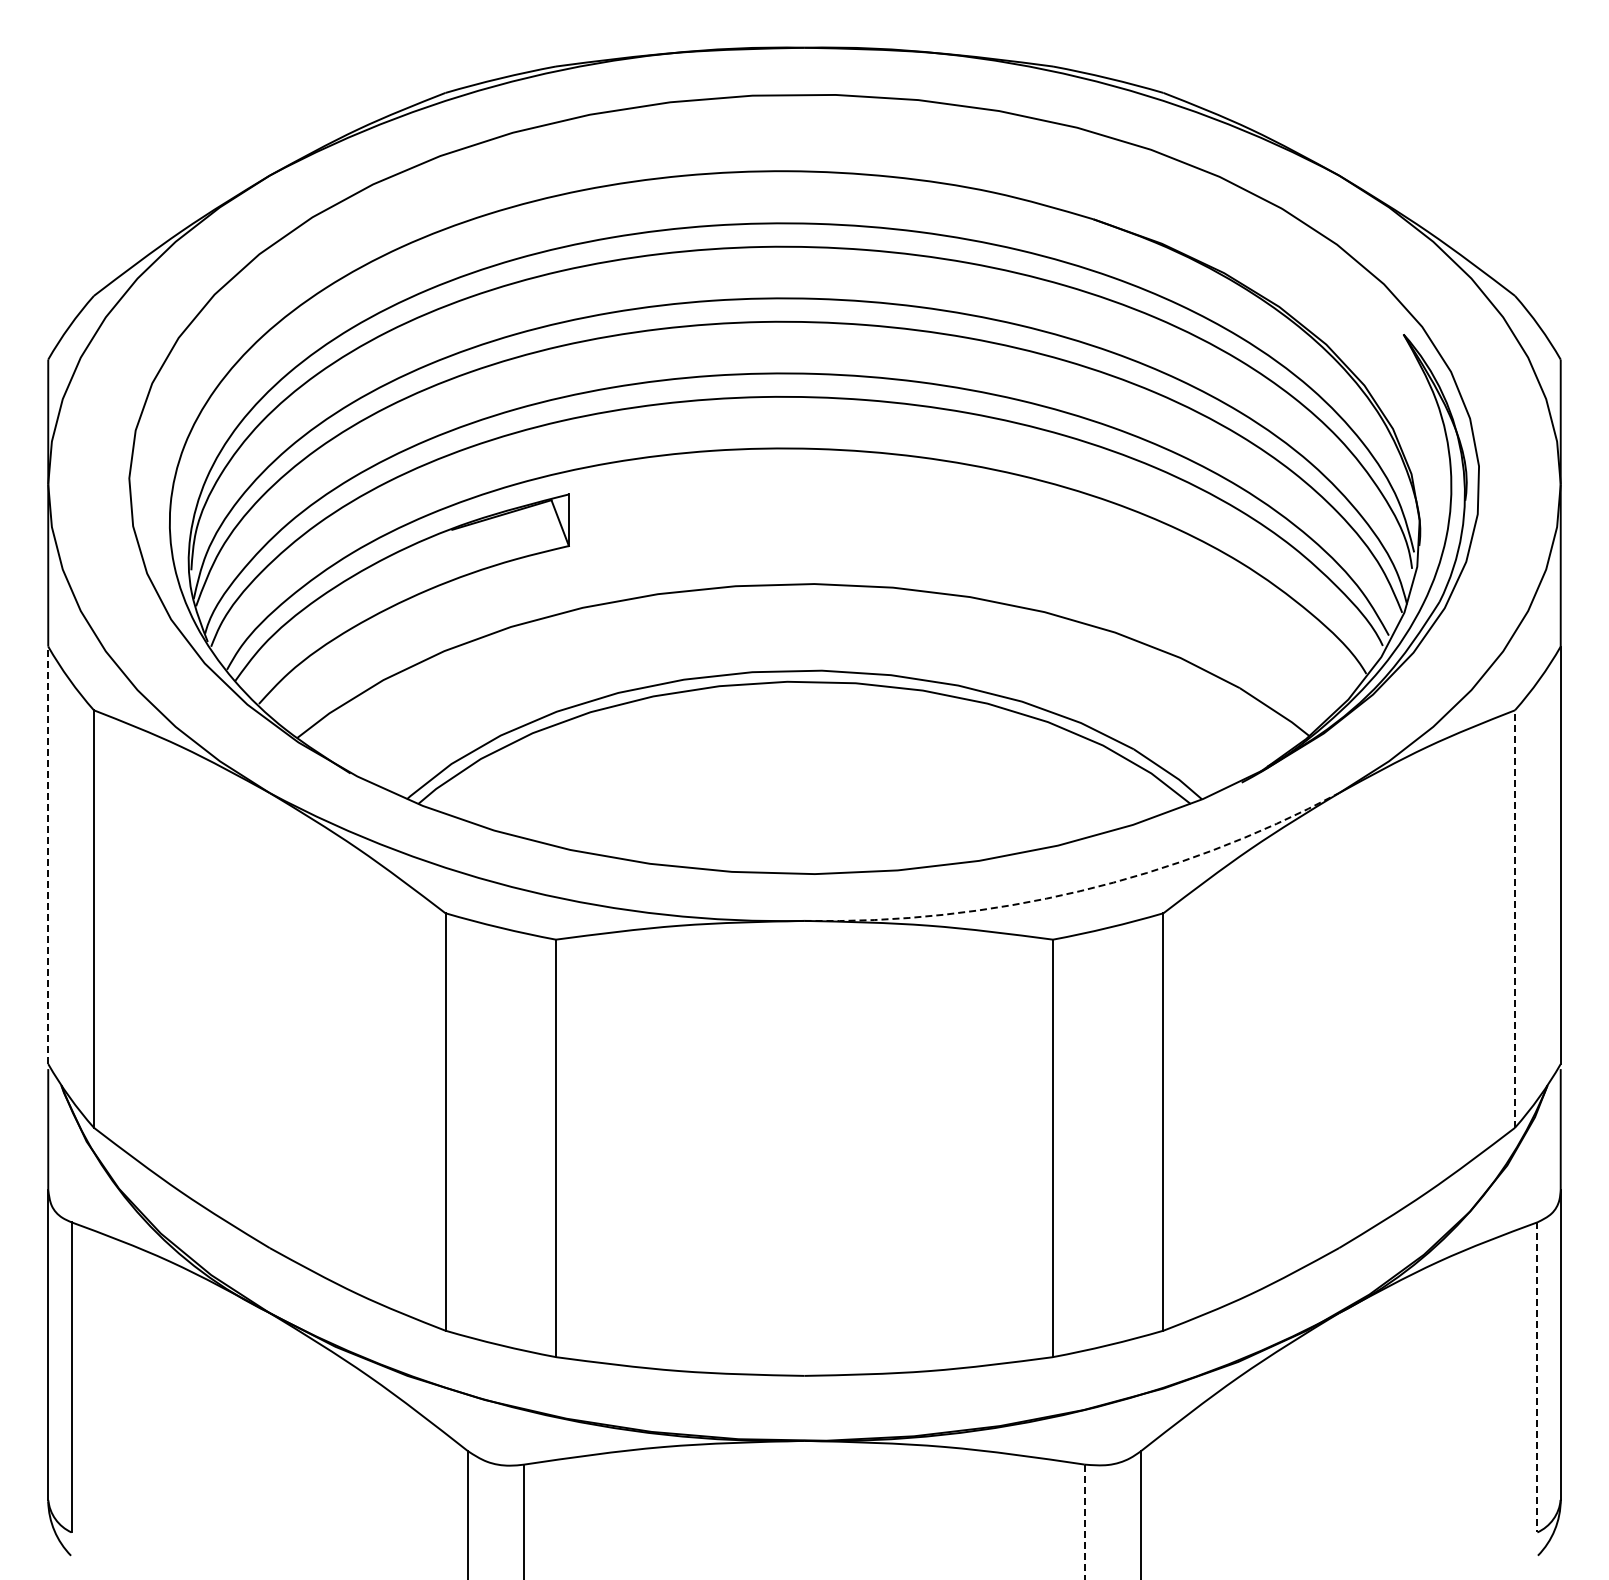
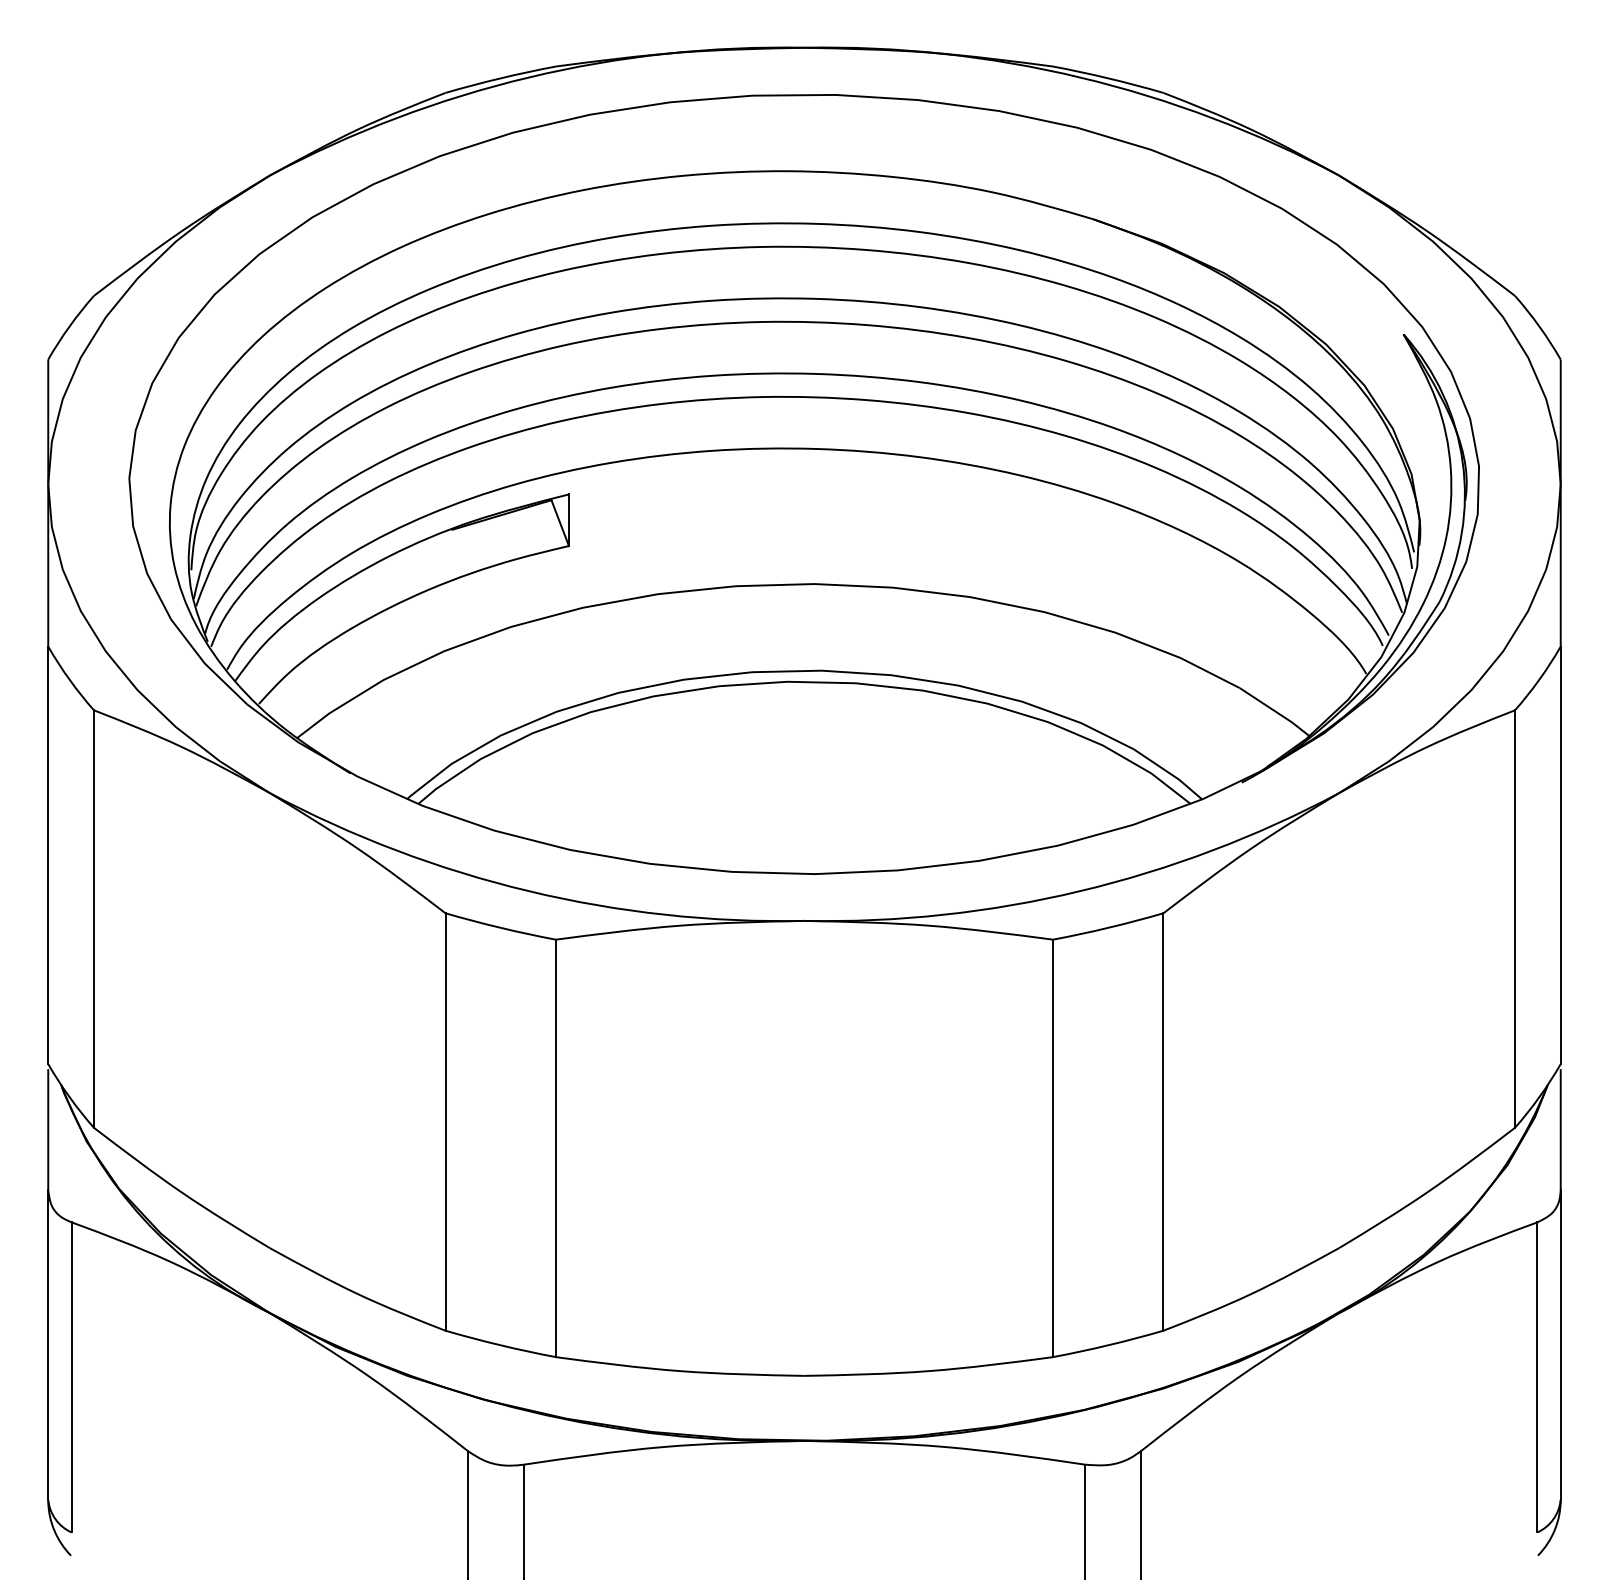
line at (48, 855): dashed -> solid
arc at (1080, 891): dashed -> solid
line at (1514, 919): dashed -> solid
line at (1537, 1377): dashed -> solid
line at (1084, 1522): dashed -> solid
